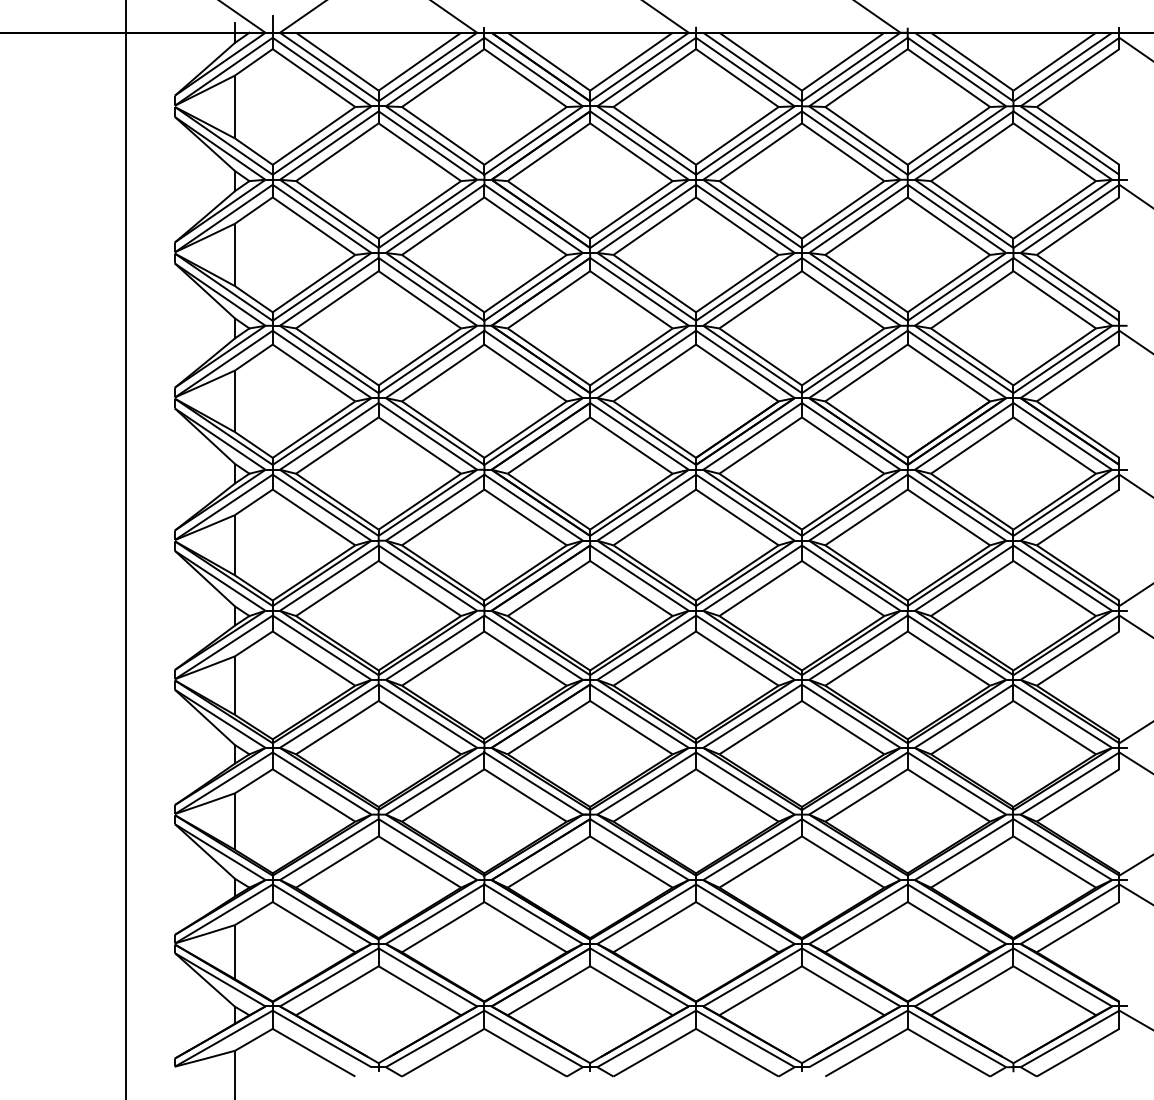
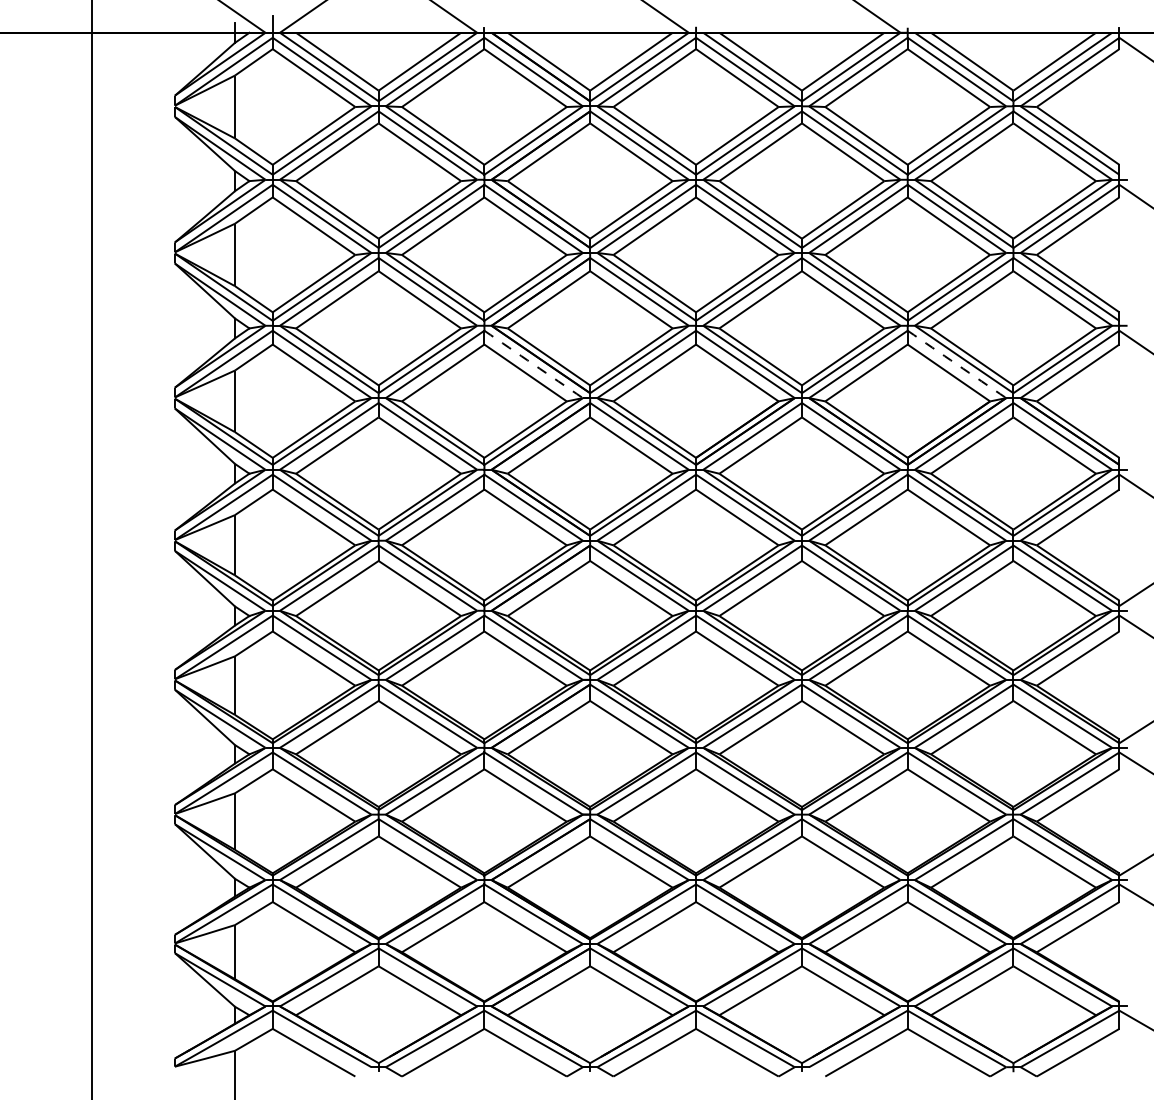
arc at (533, 364): solid -> dashed
arc at (956, 364): solid -> dashed
line at (125, 549) position: (125, 549) -> (91, 549)
